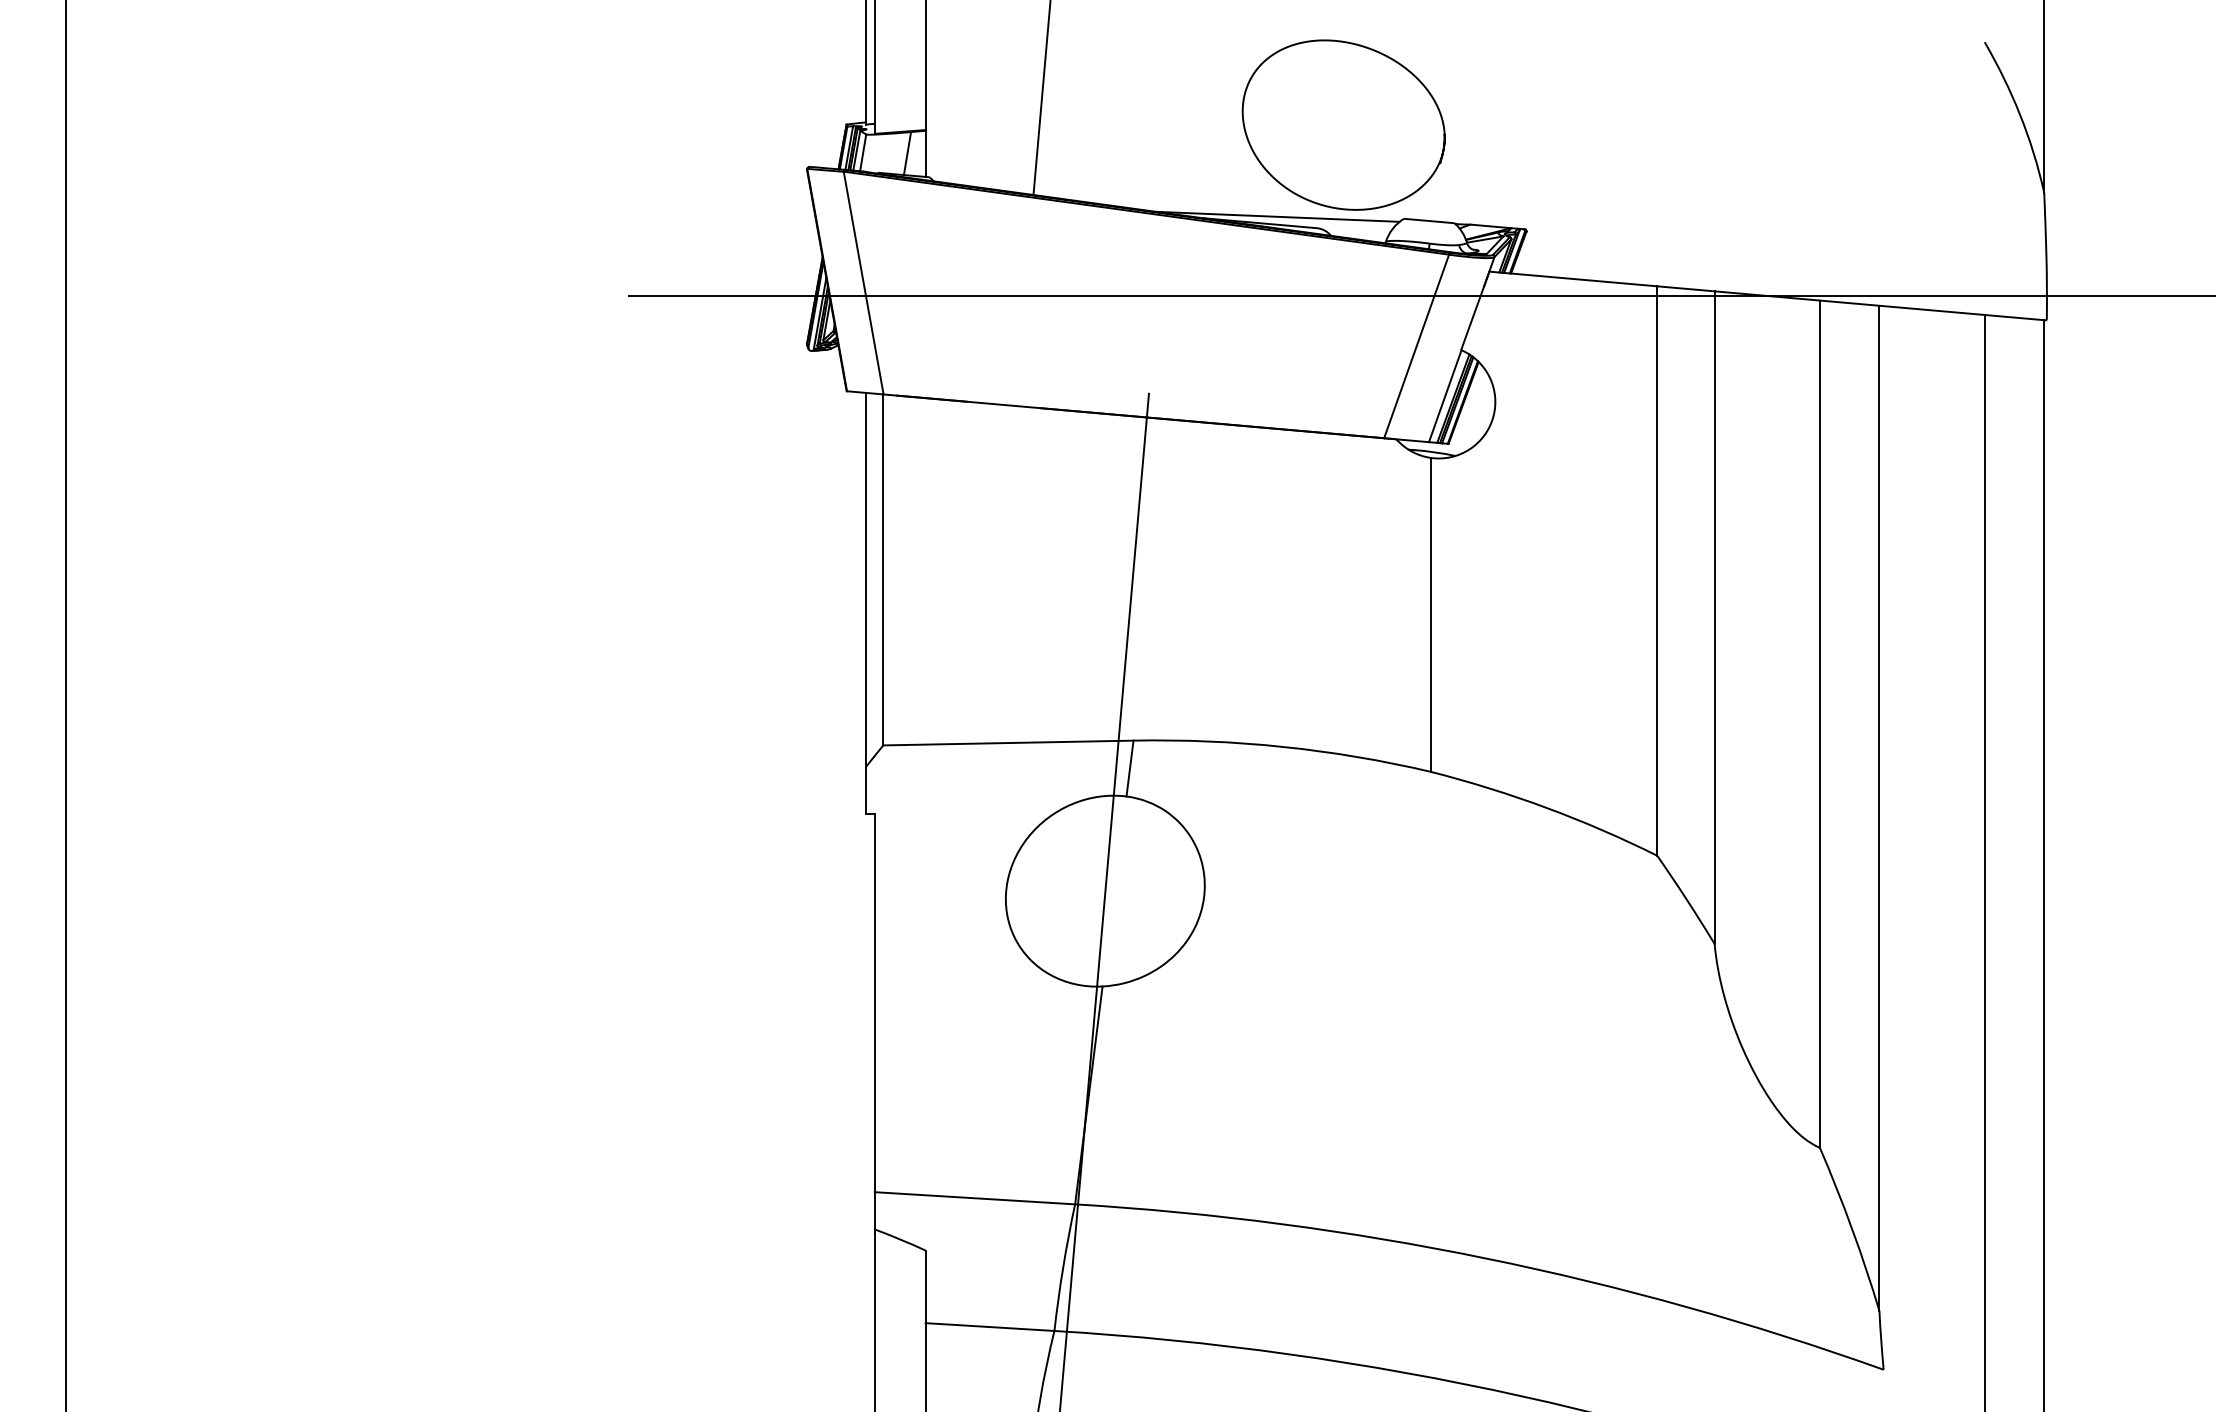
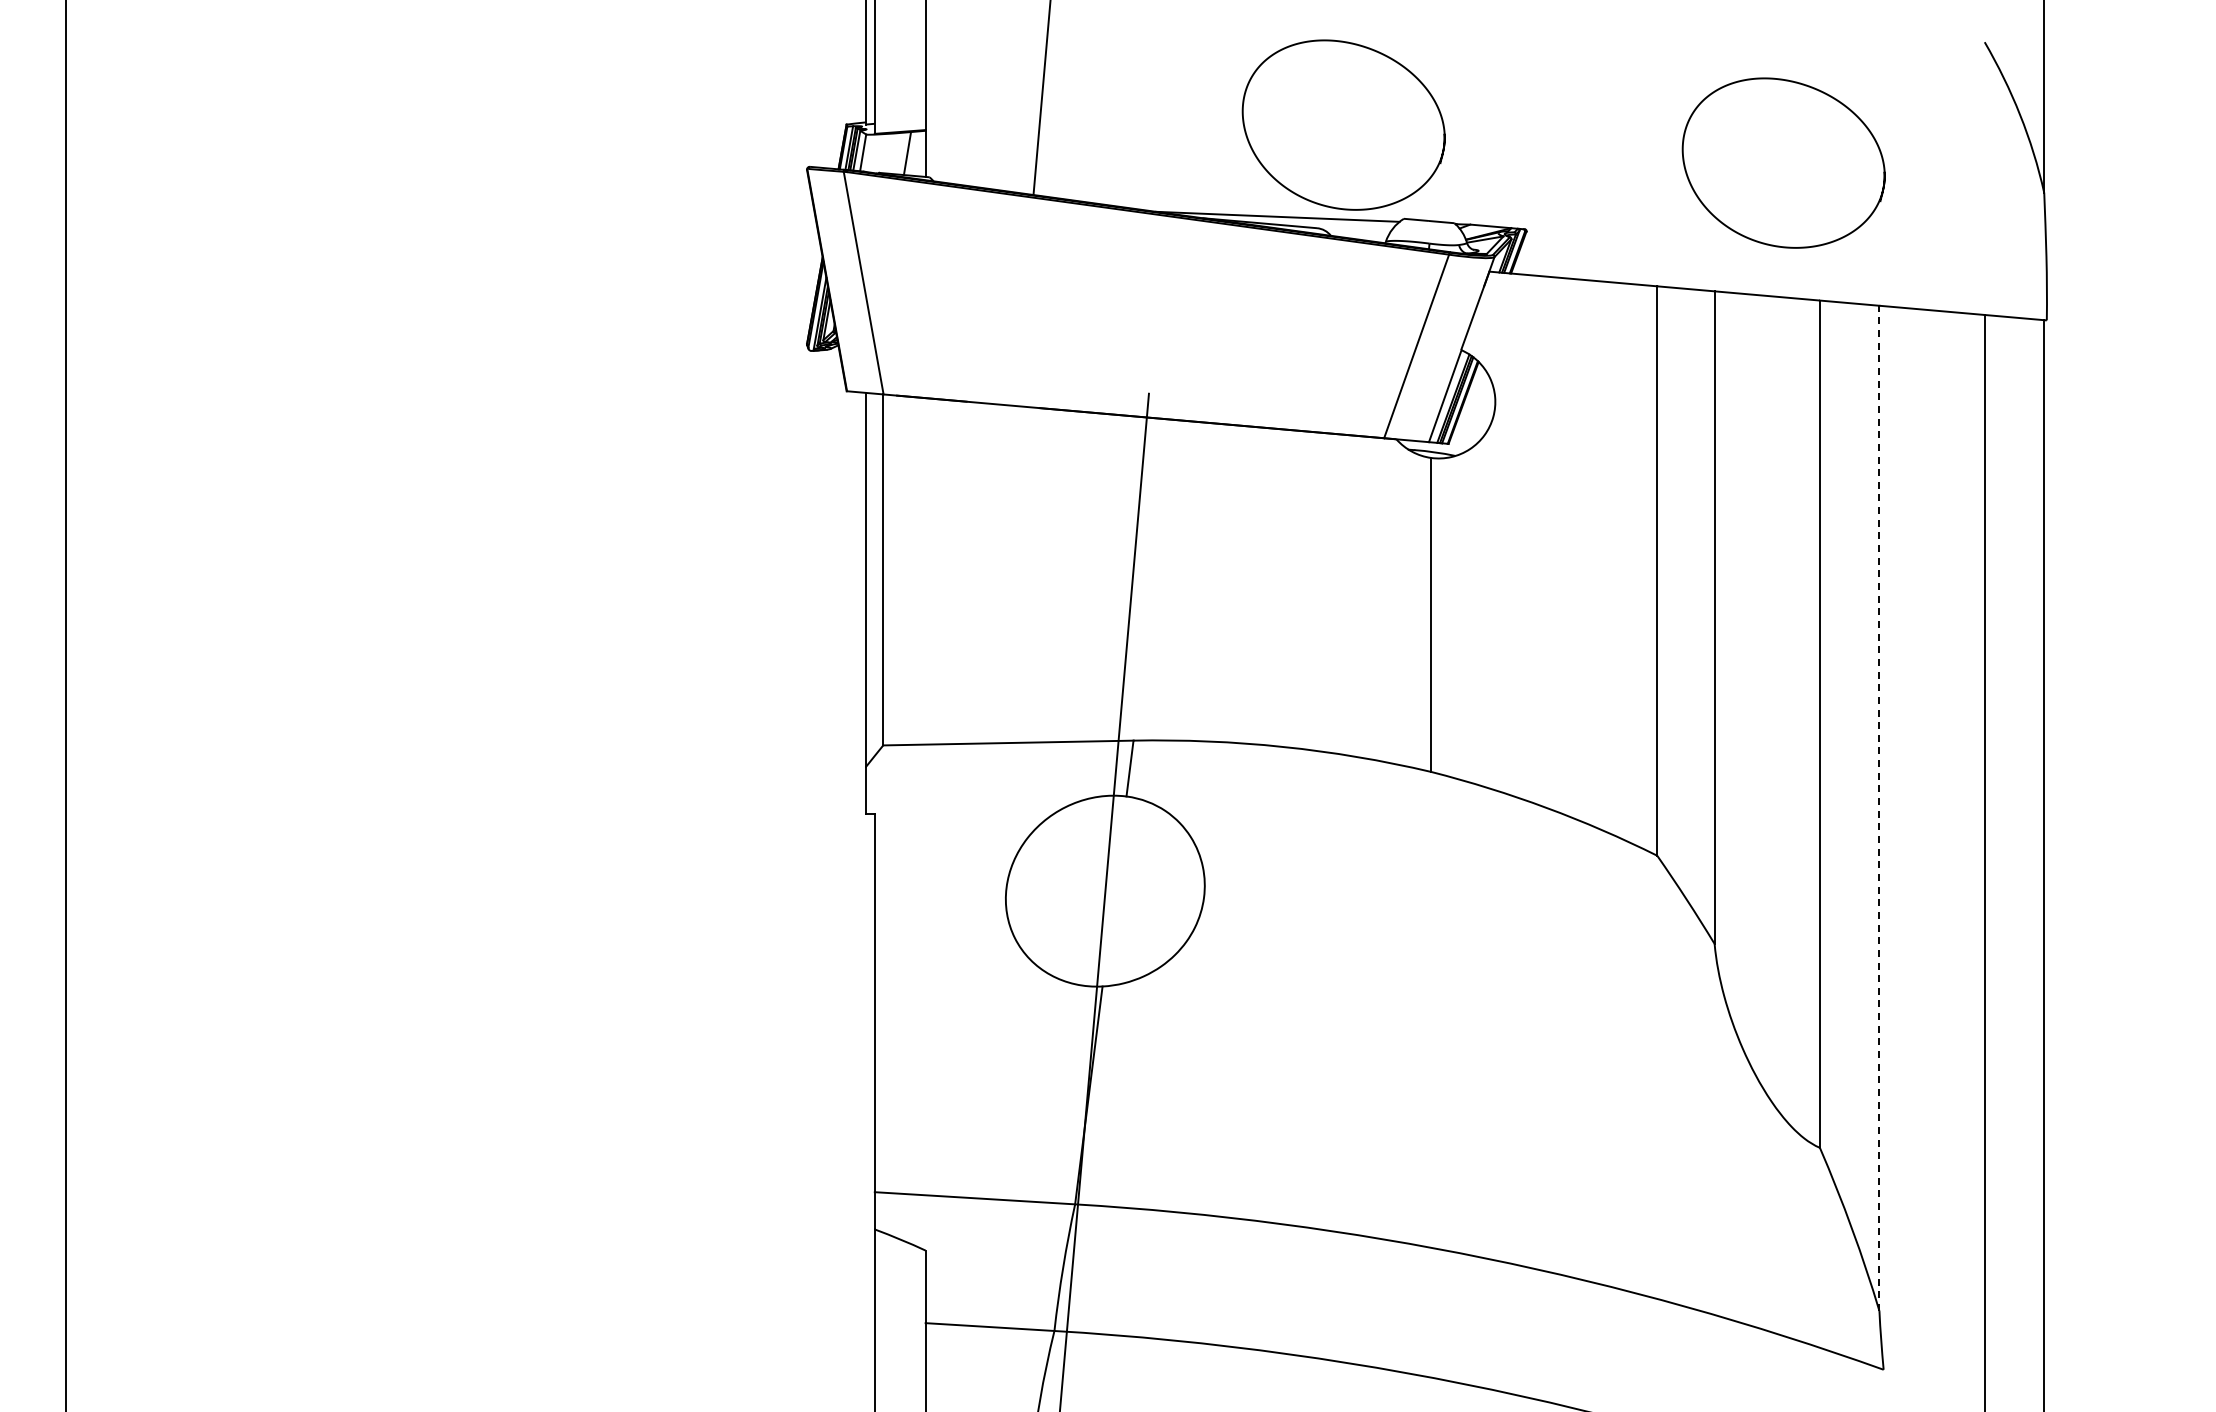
curve at (1813, 89): none -> present
line at (1420, 296): present -> none
line at (1879, 808): solid -> dashed
